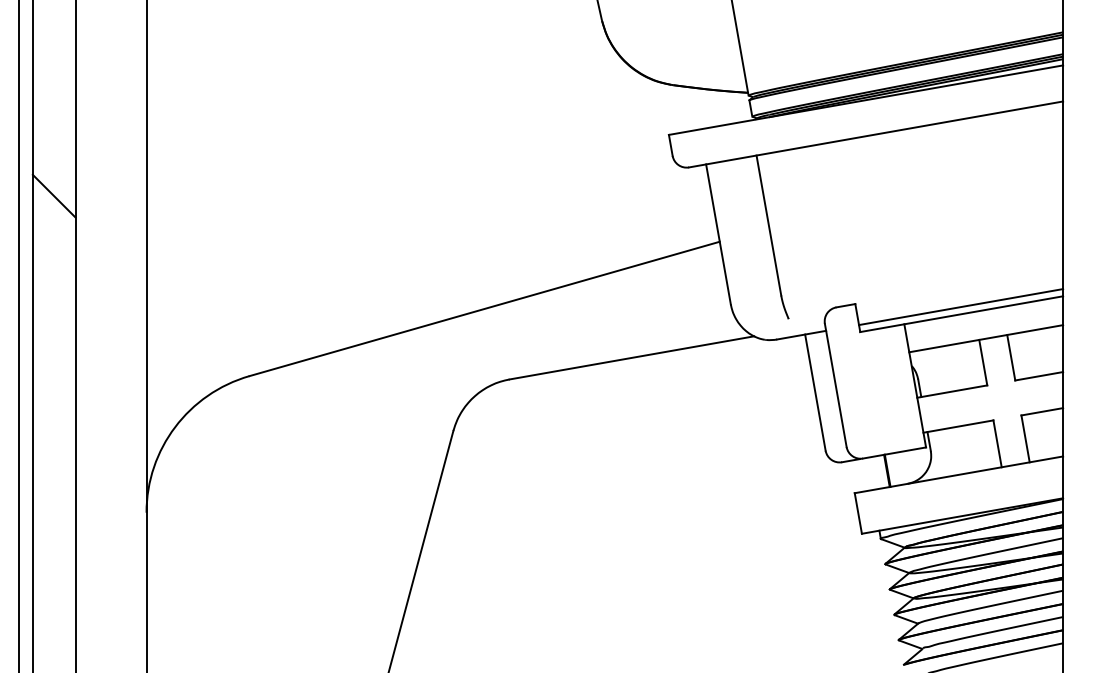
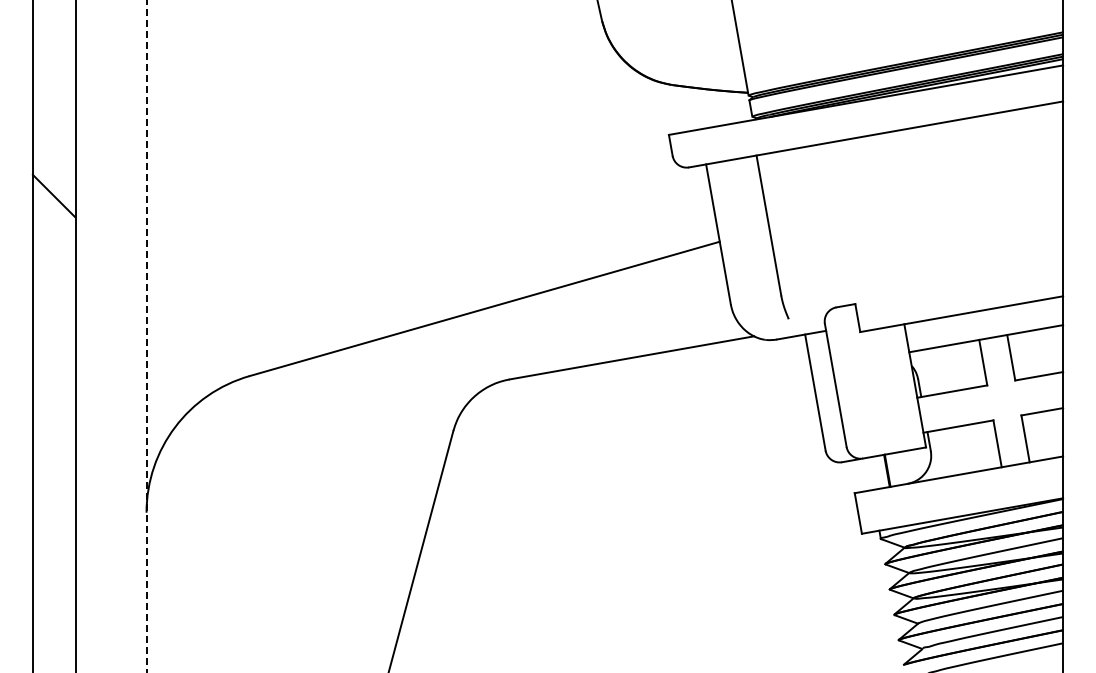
line at (961, 307): present -> none
line at (18, 335): present -> none
line at (146, 336): solid -> dashed
